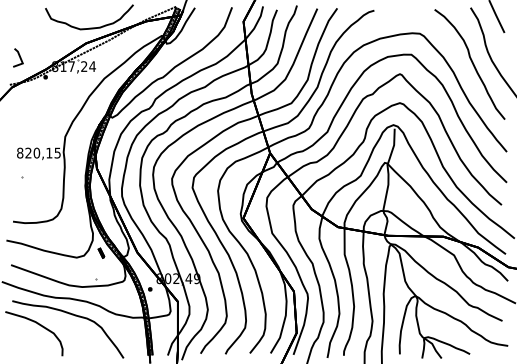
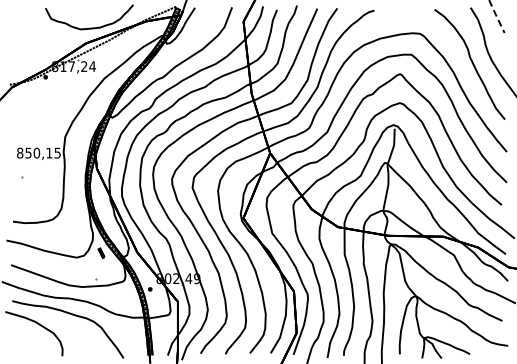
line at (496, 16): solid -> dashed
line at (19, 57): present -> none
text at (28, 152): 820,15 -> 850,15
